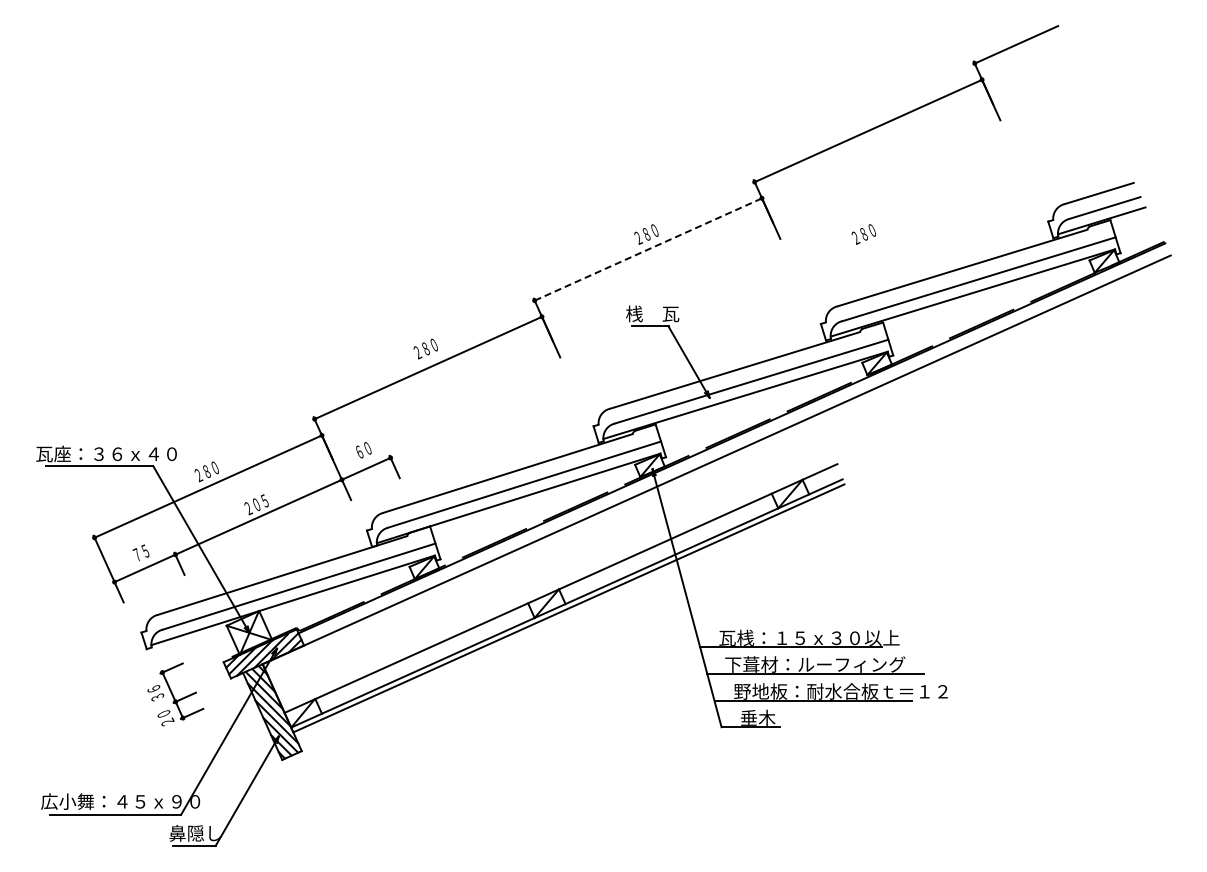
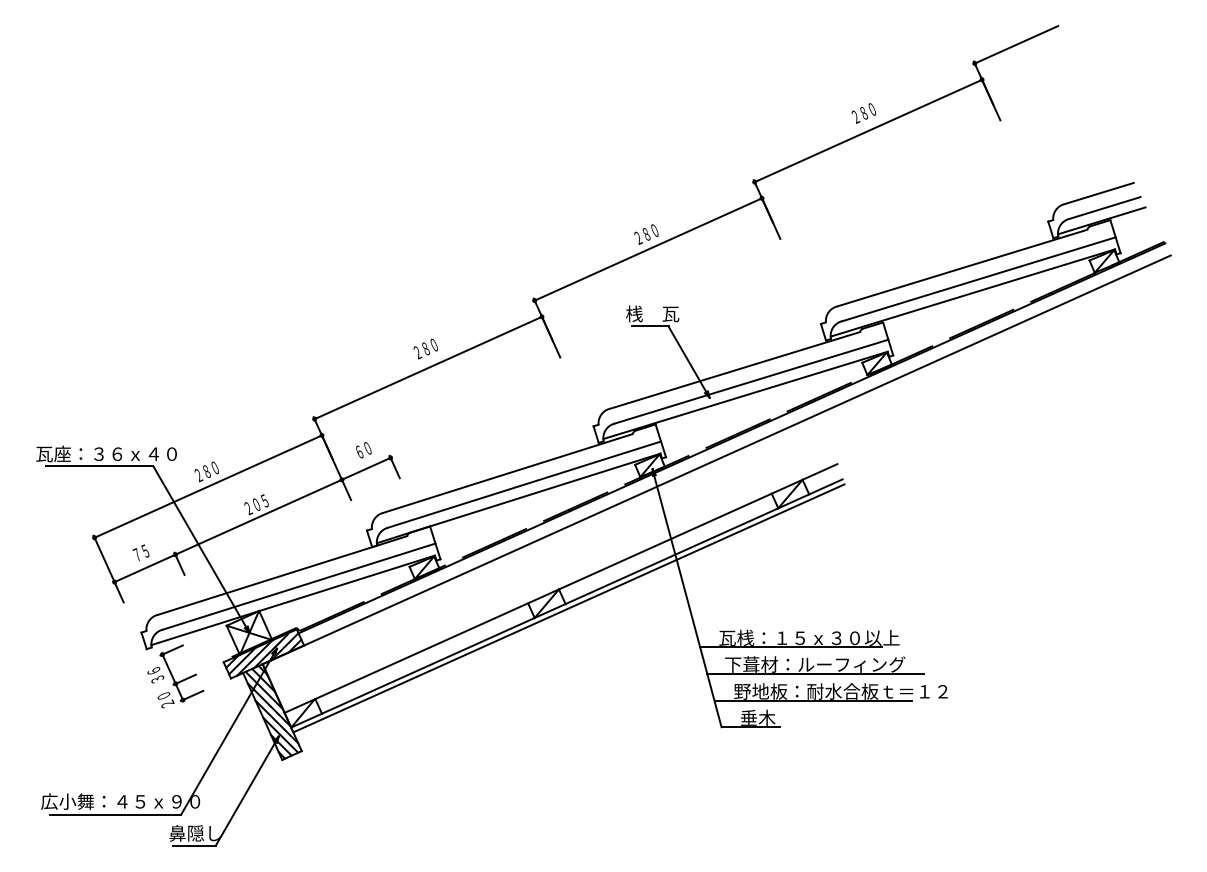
text at (863, 234) position: (863, 234) -> (863, 113)
line at (648, 249): dashed -> solid
part at (175, 694) position: (175, 694) -> (175, 676)
